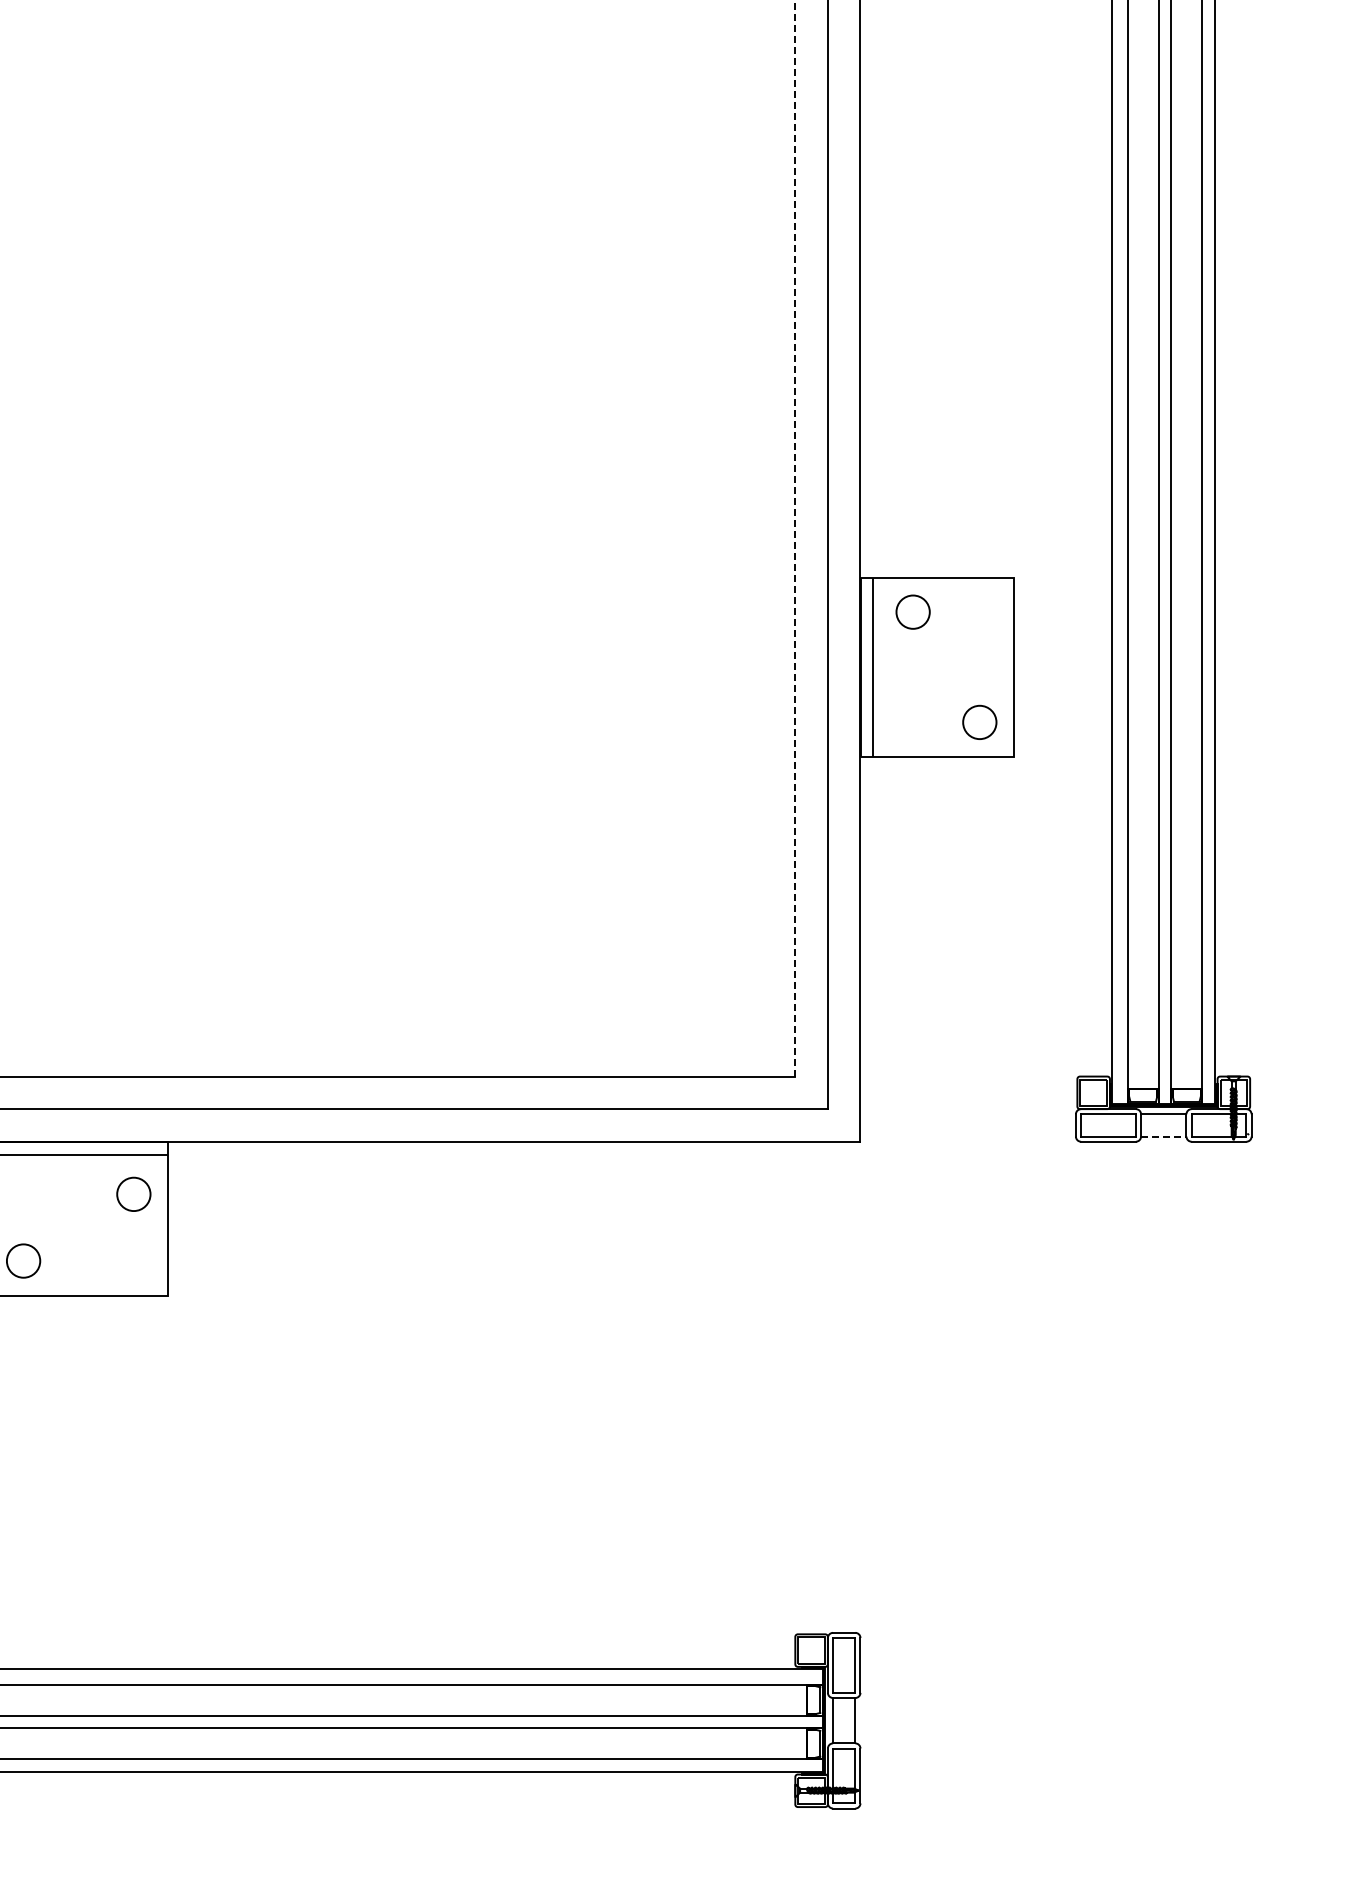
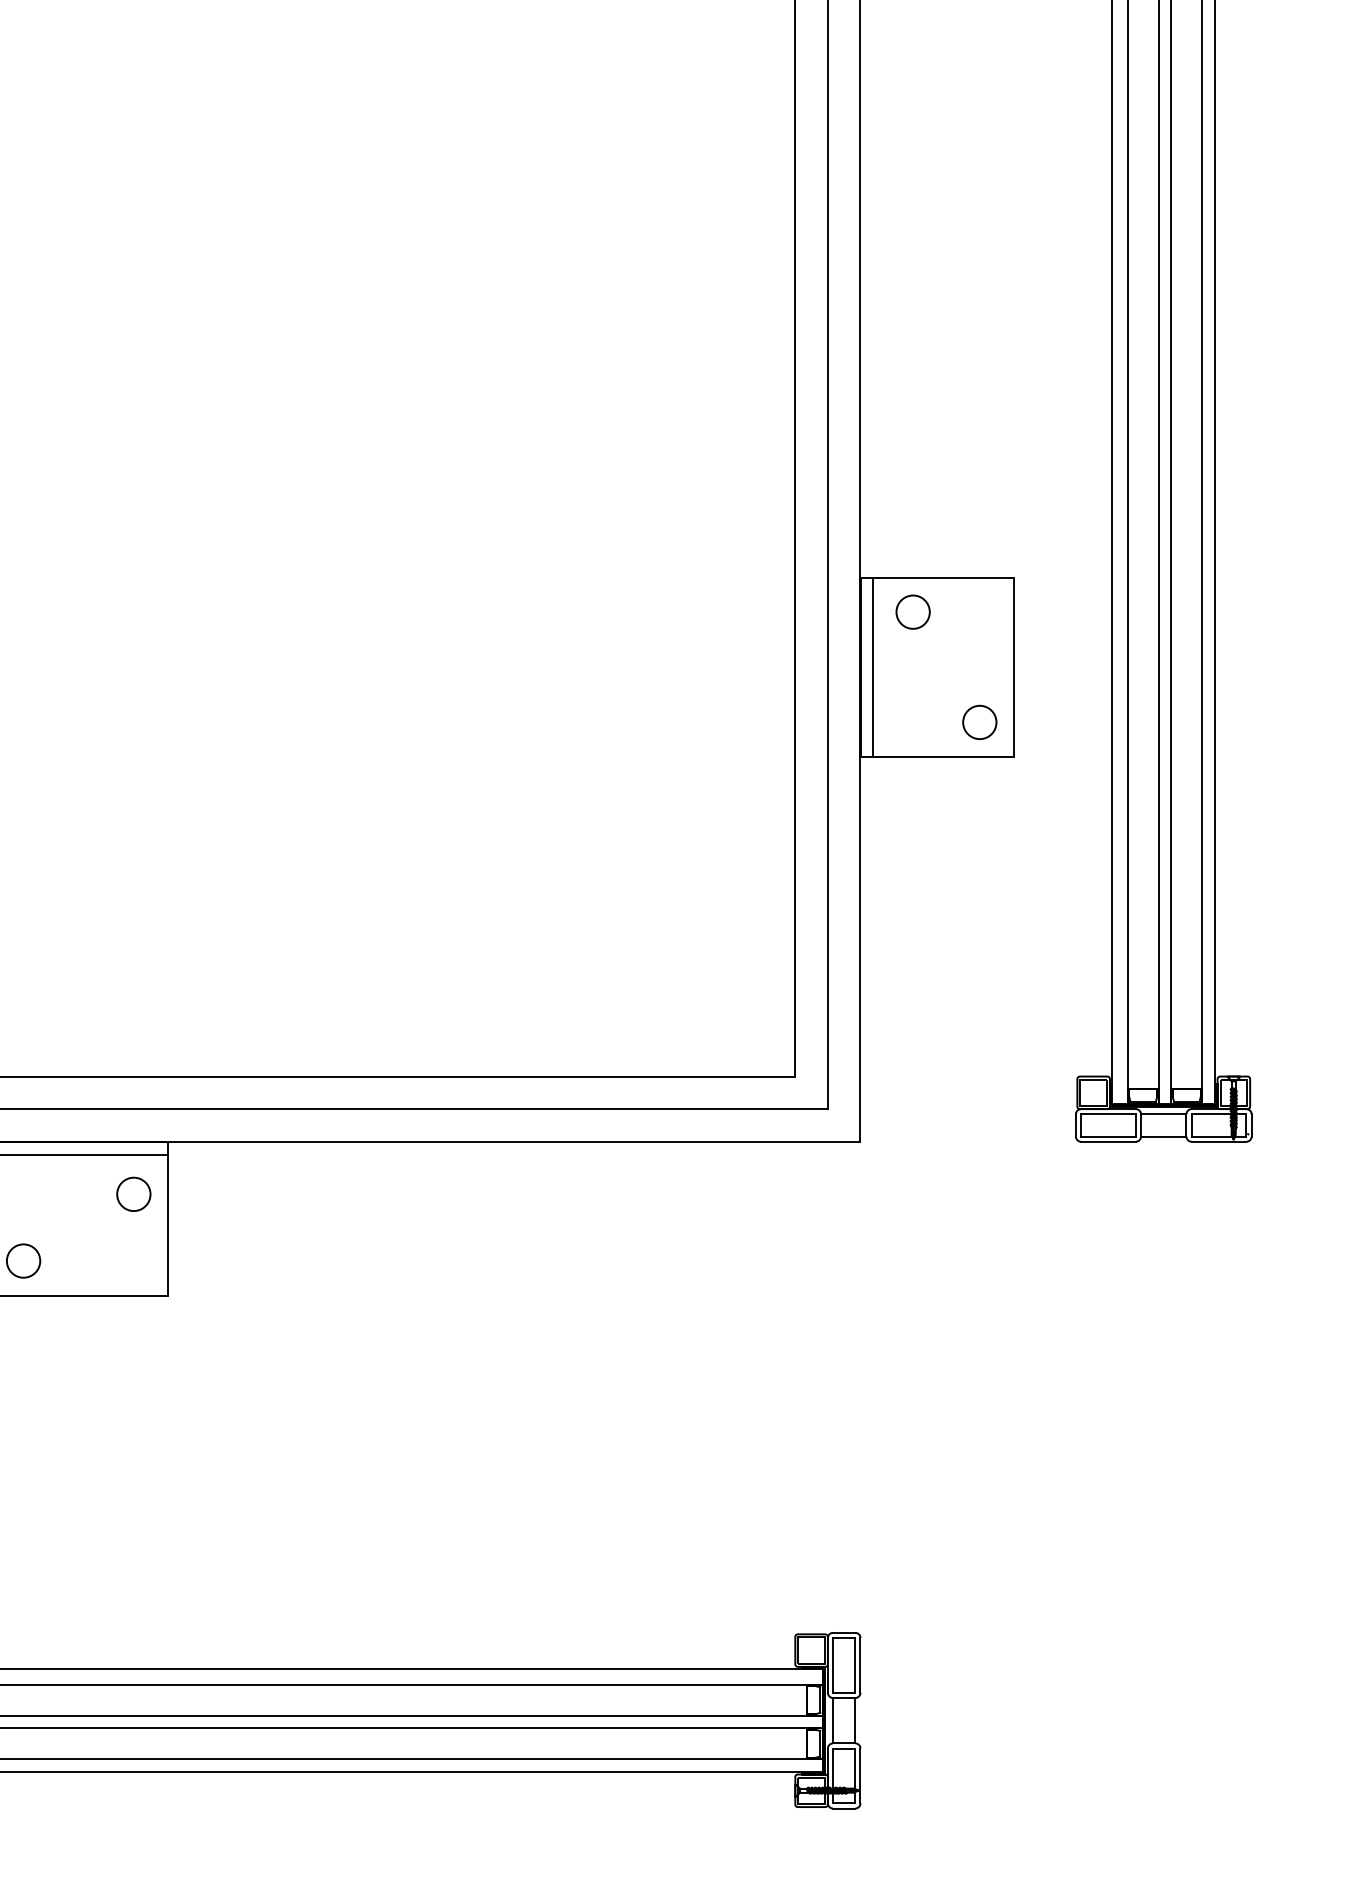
line at (795, 538): dashed -> solid
line at (1163, 1136): dashed -> solid
